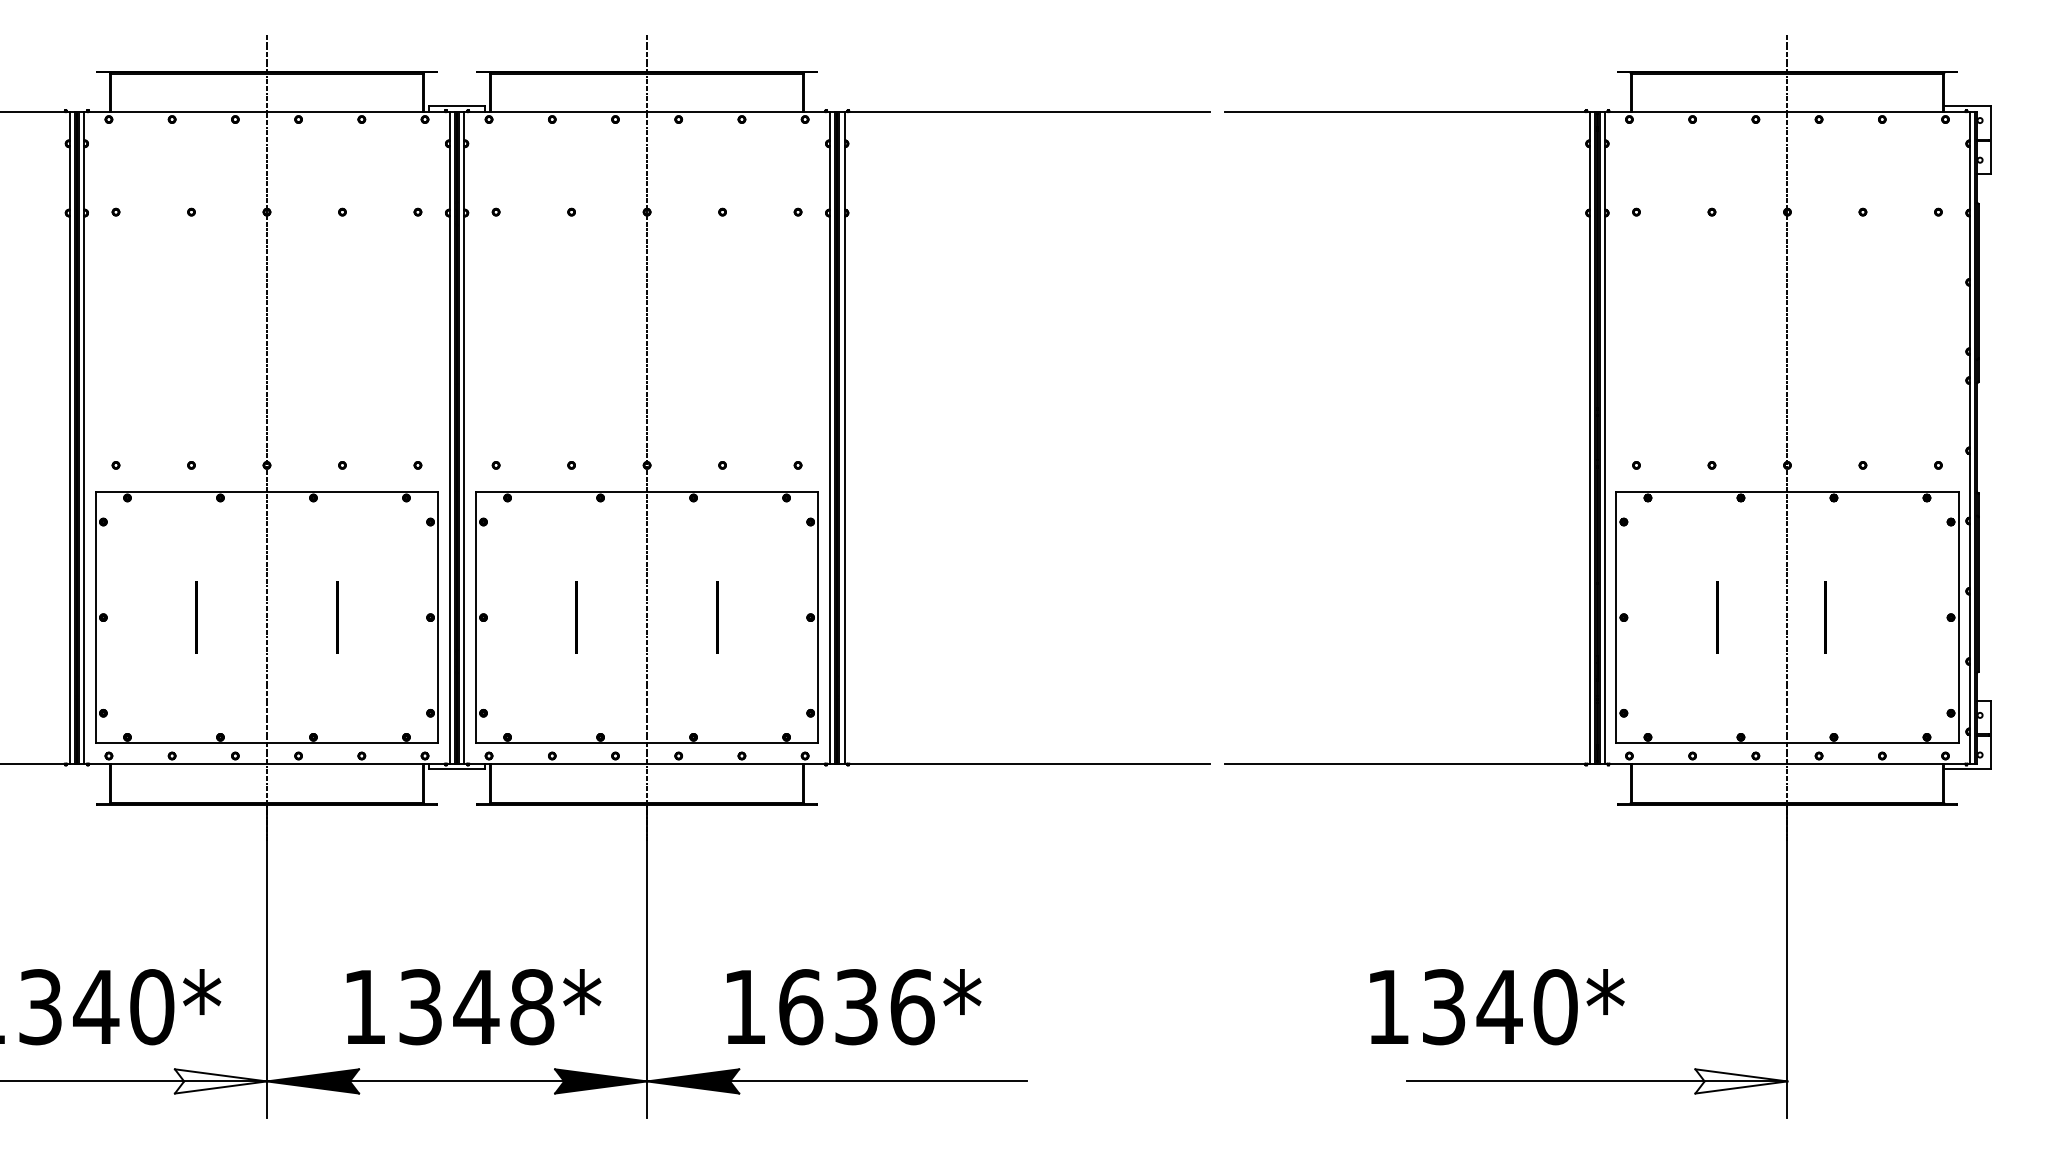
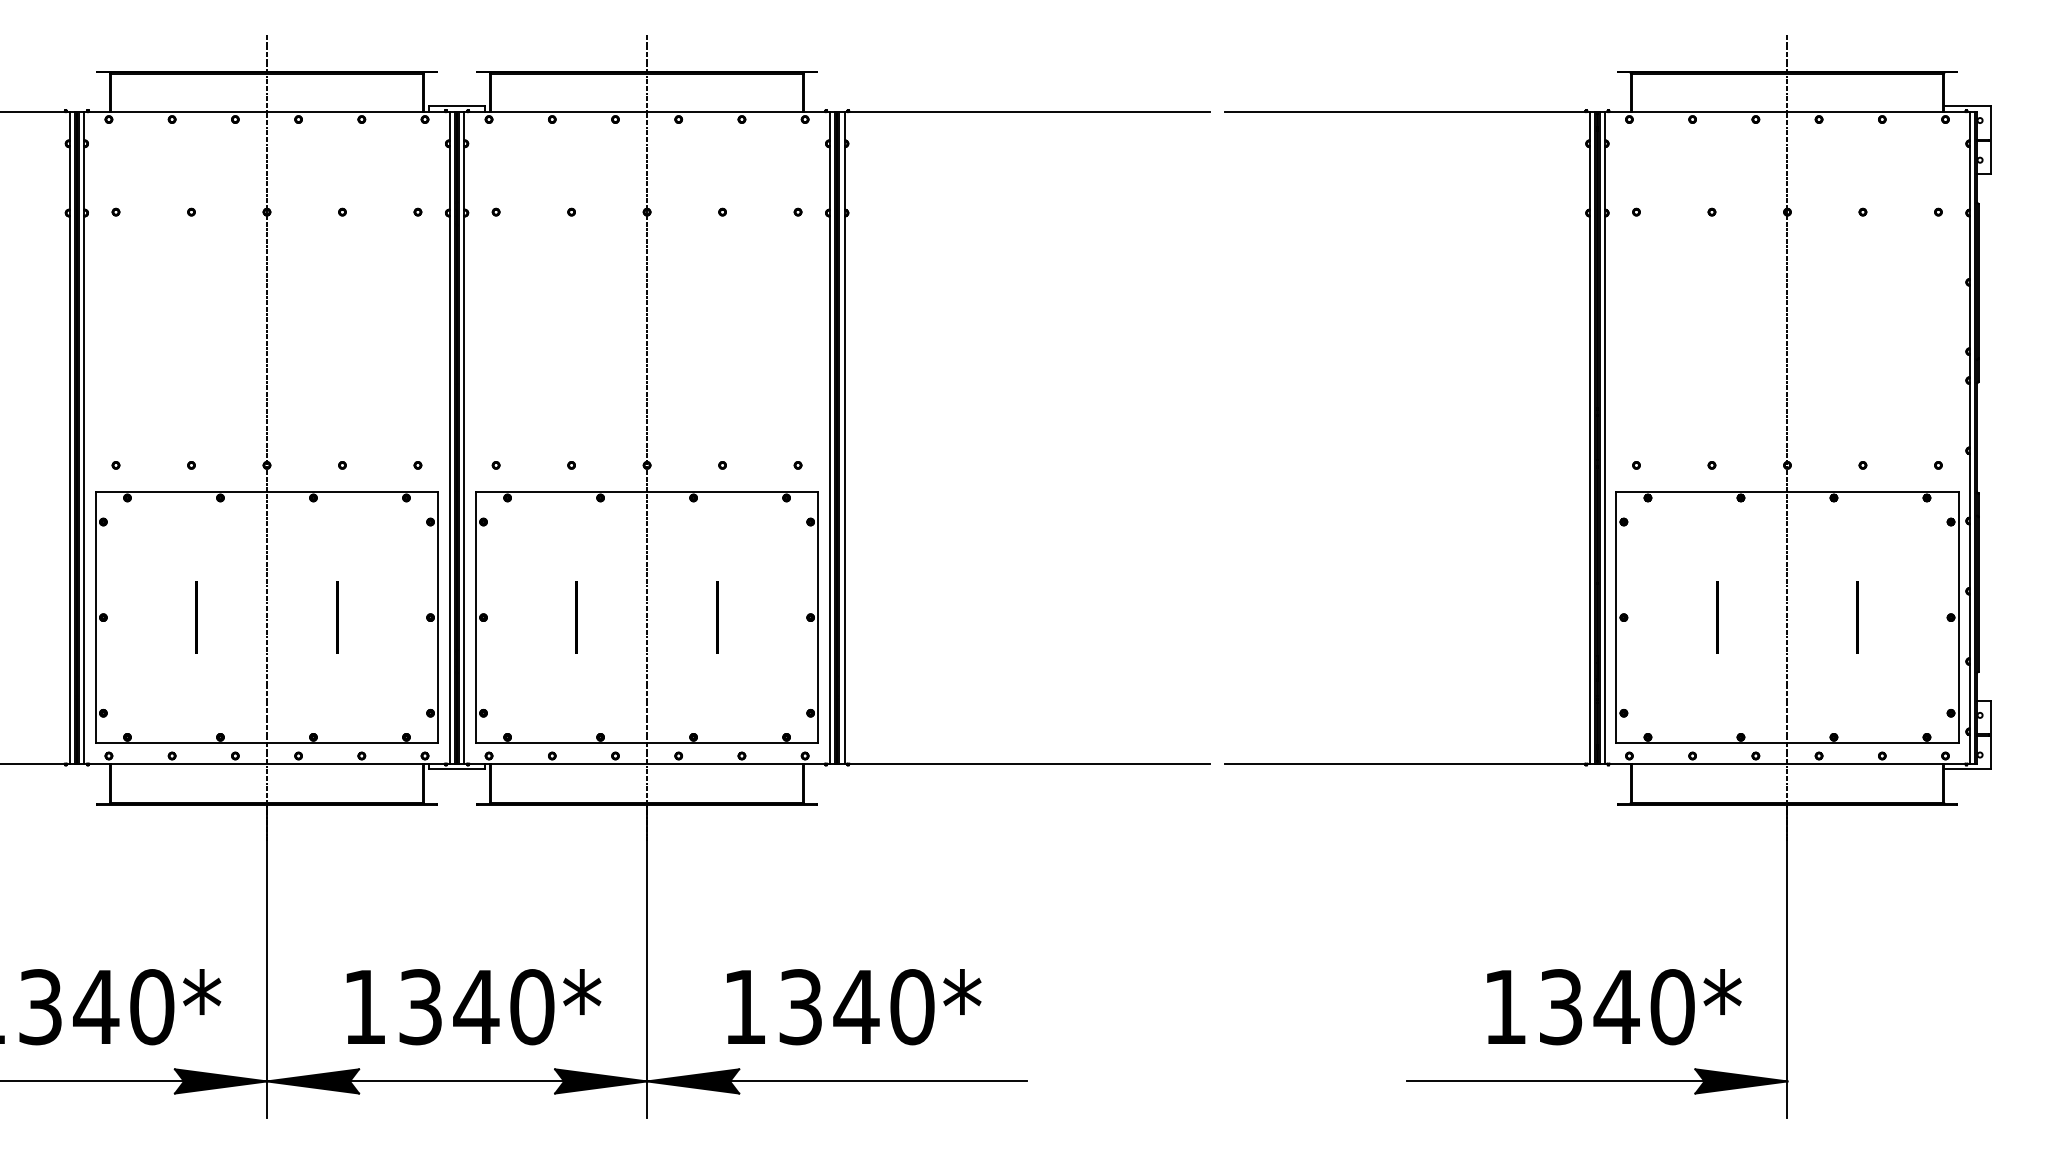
line at (1825, 617) position: (1825, 617) -> (1857, 617)
text at (532, 1007): 1348* -> 1340*
text at (856, 1007): 1636* -> 1340*
text at (1497, 1007) position: (1497, 1007) -> (1614, 1007)
fill at (220, 1081): none -> present
fill at (1741, 1081): none -> present
